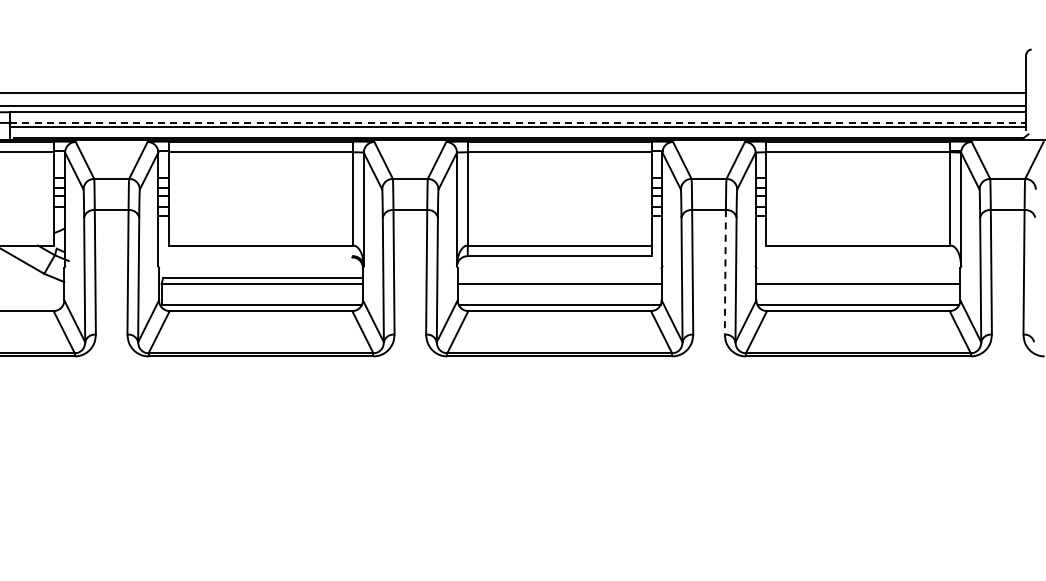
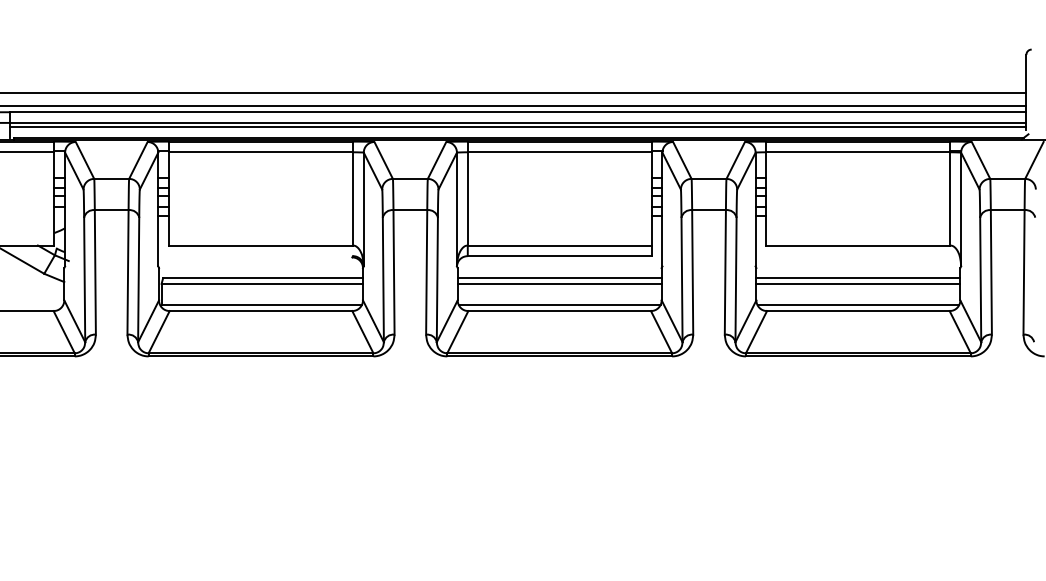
line at (518, 122): dashed -> solid
line at (725, 272): dashed -> solid
line at (559, 278): none -> present
line at (858, 278): none -> present
